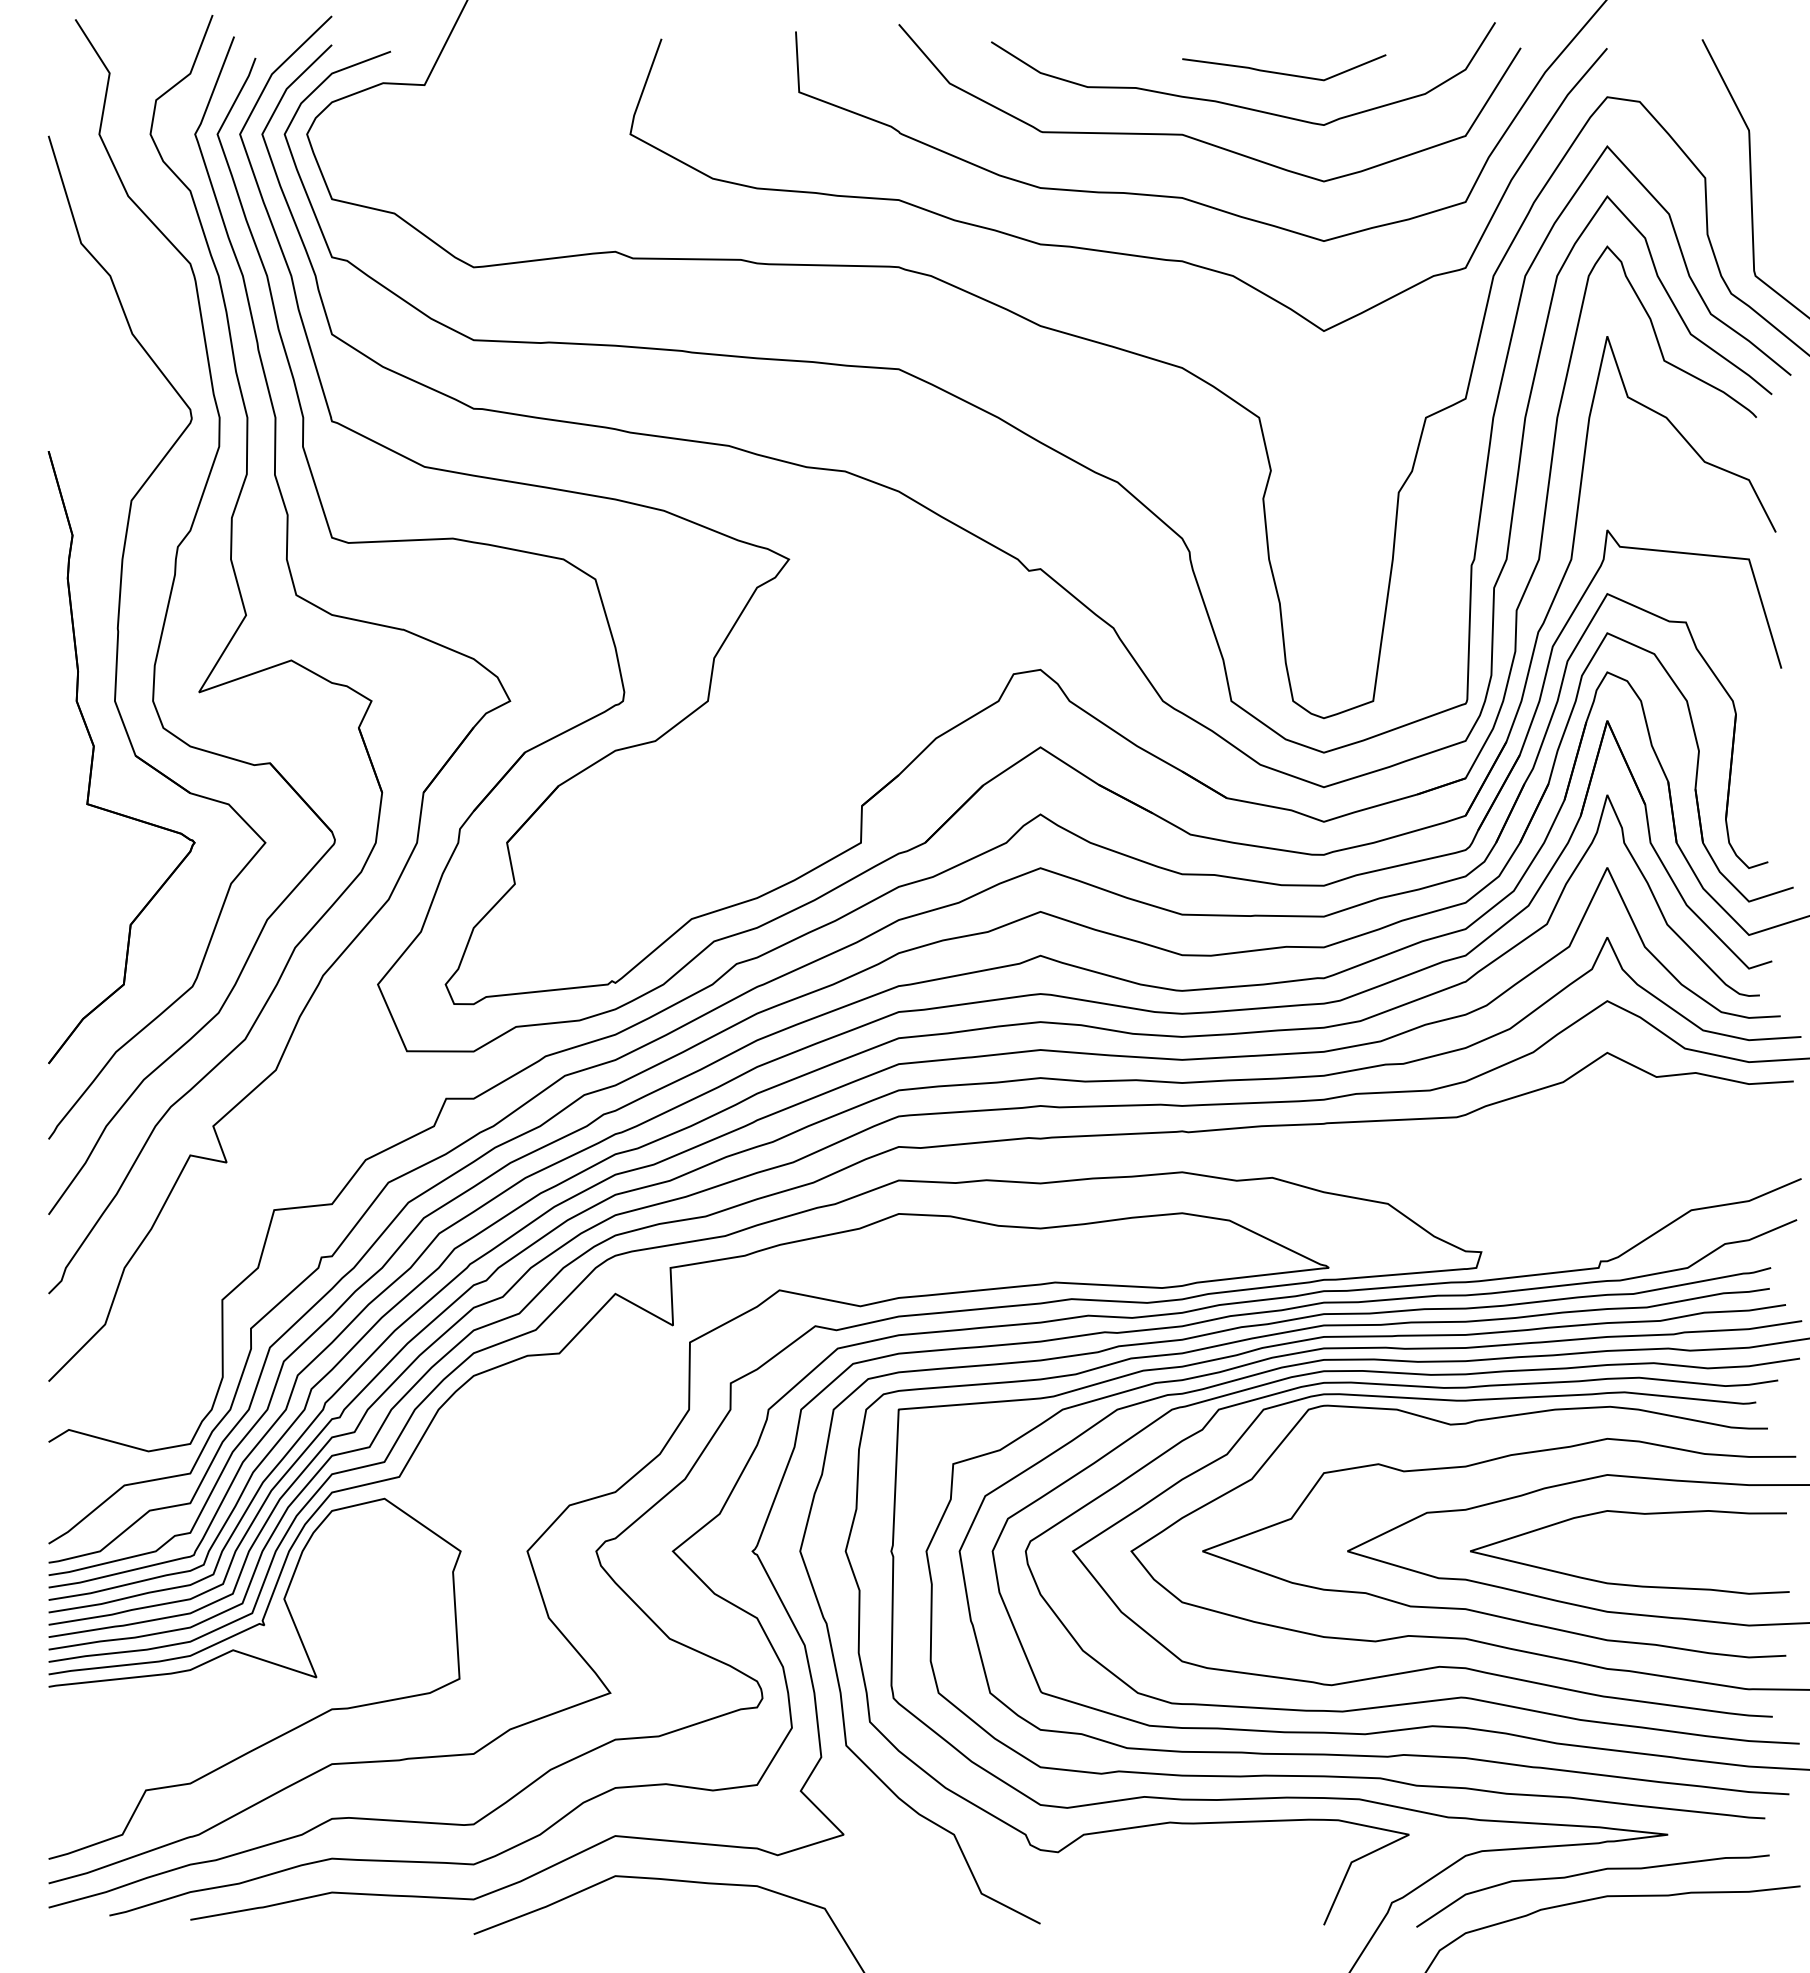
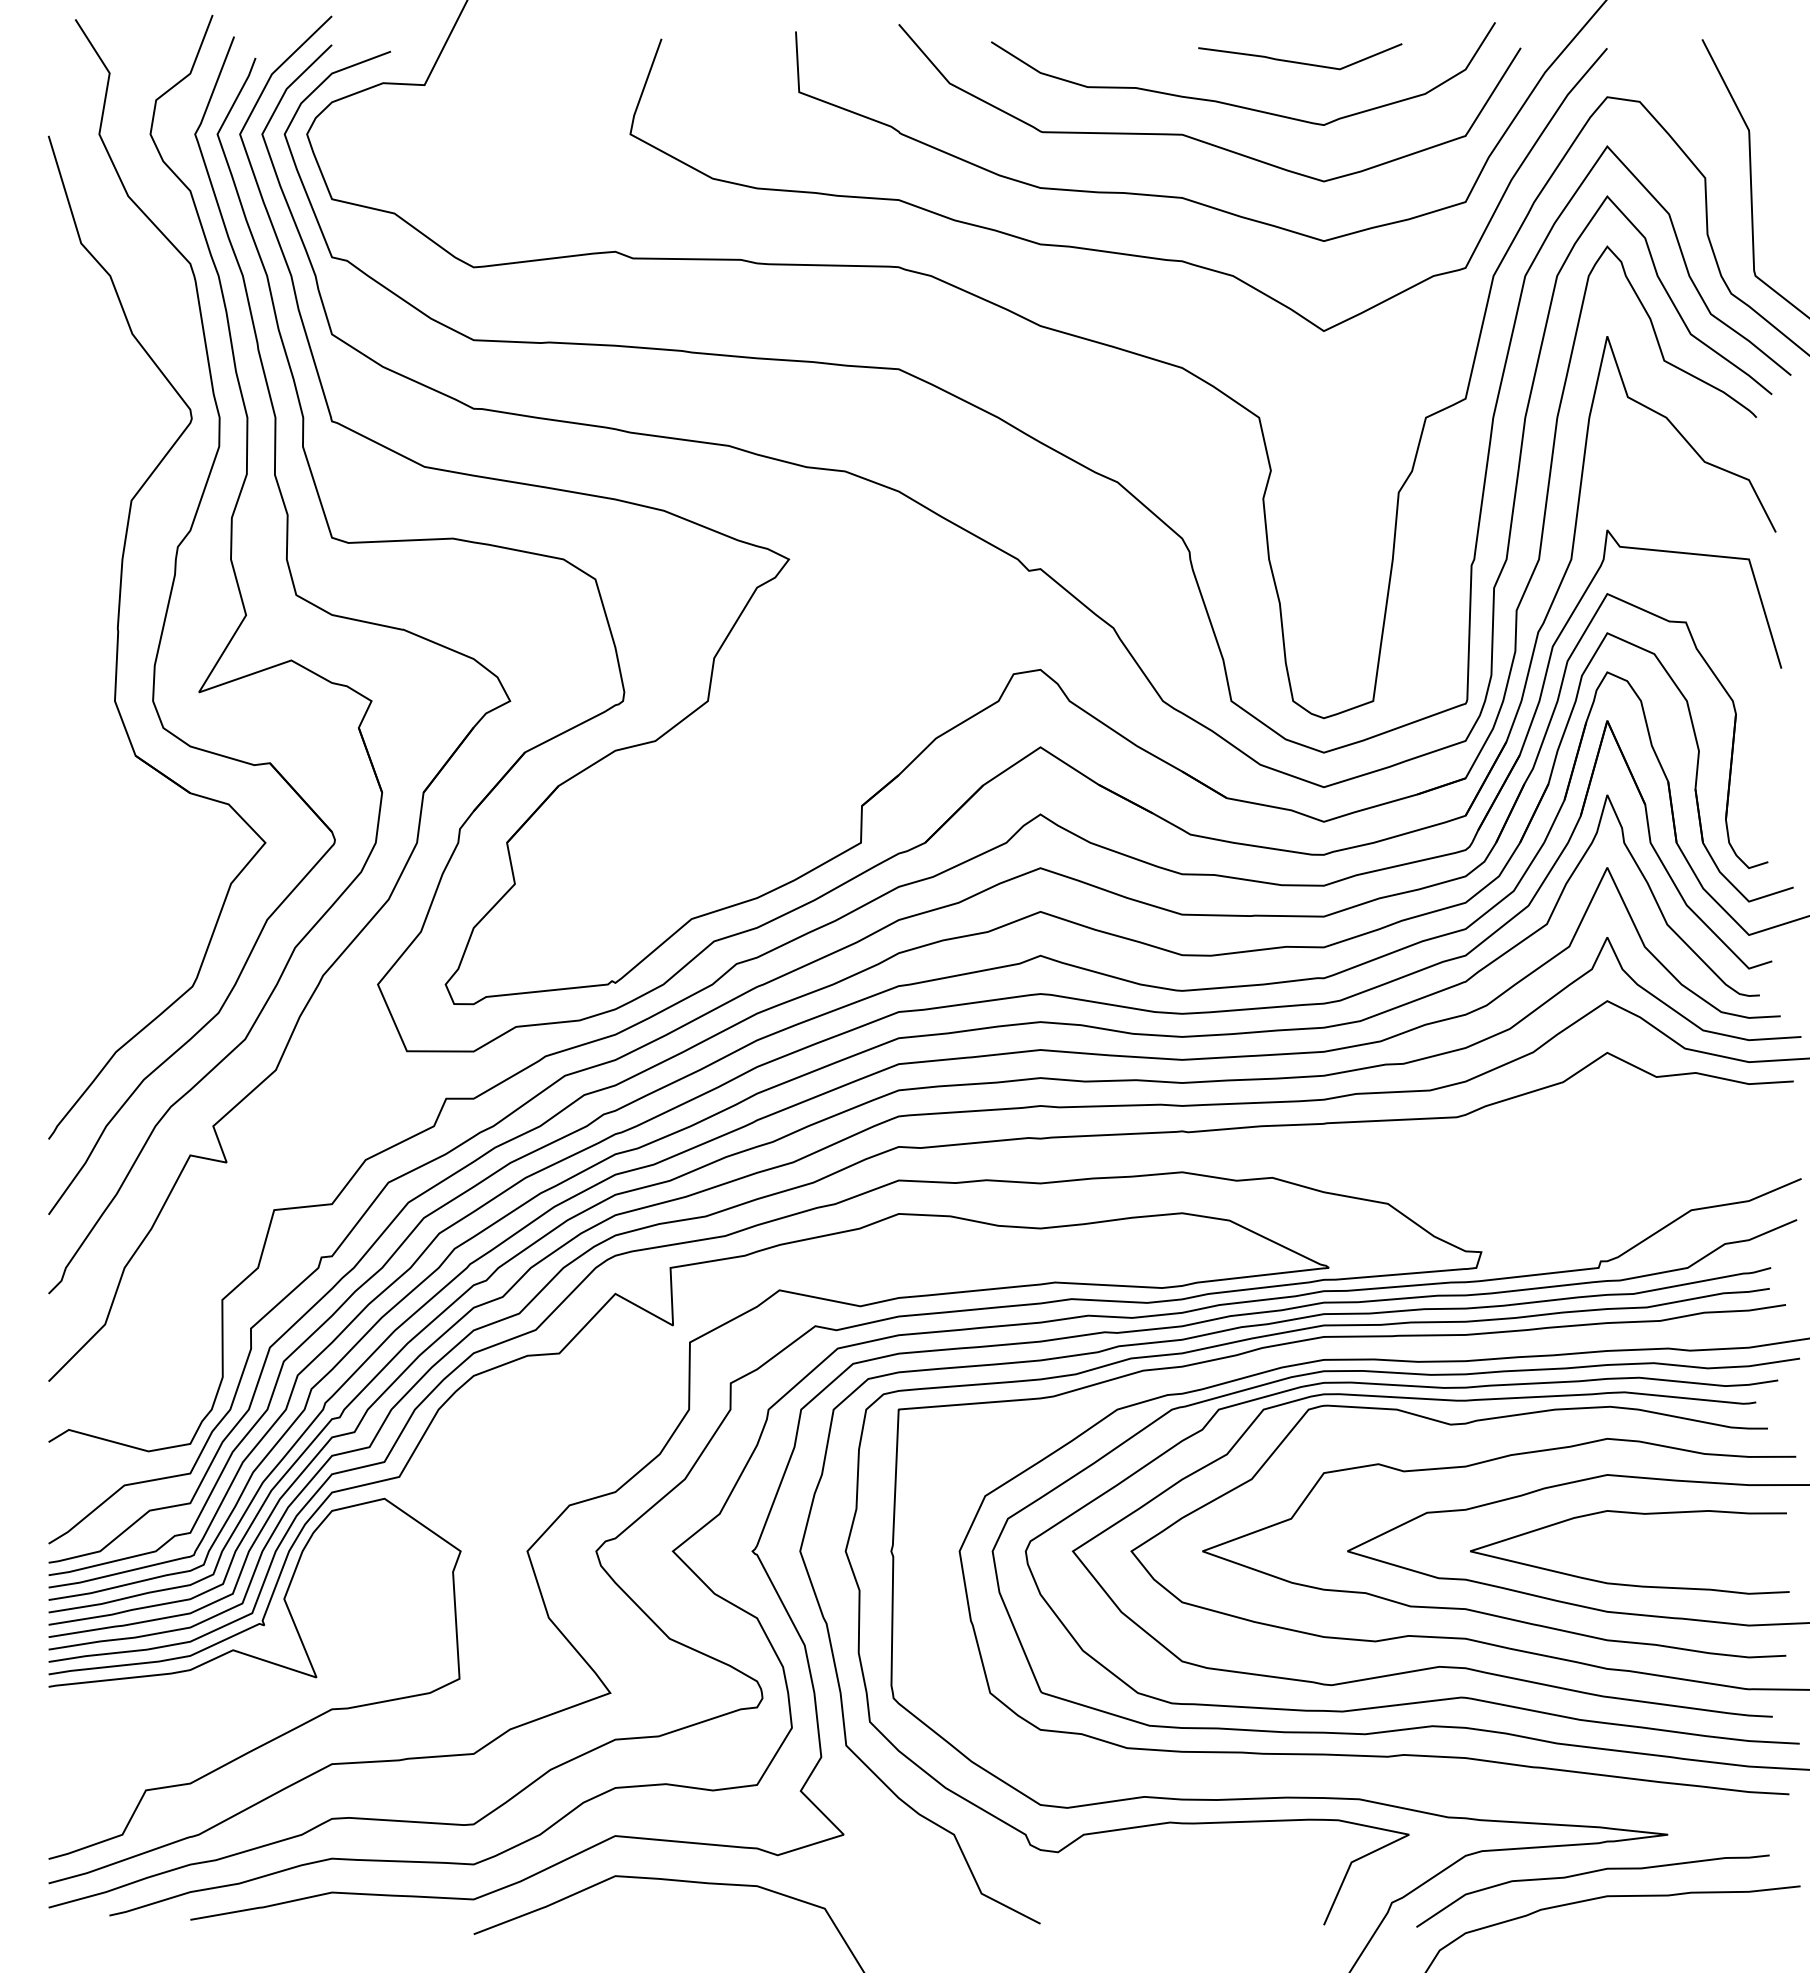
line at (1281, 72) position: (1281, 72) -> (1297, 61)
part at (94, 752): present -> none
curve at (1363, 1776): present -> none
